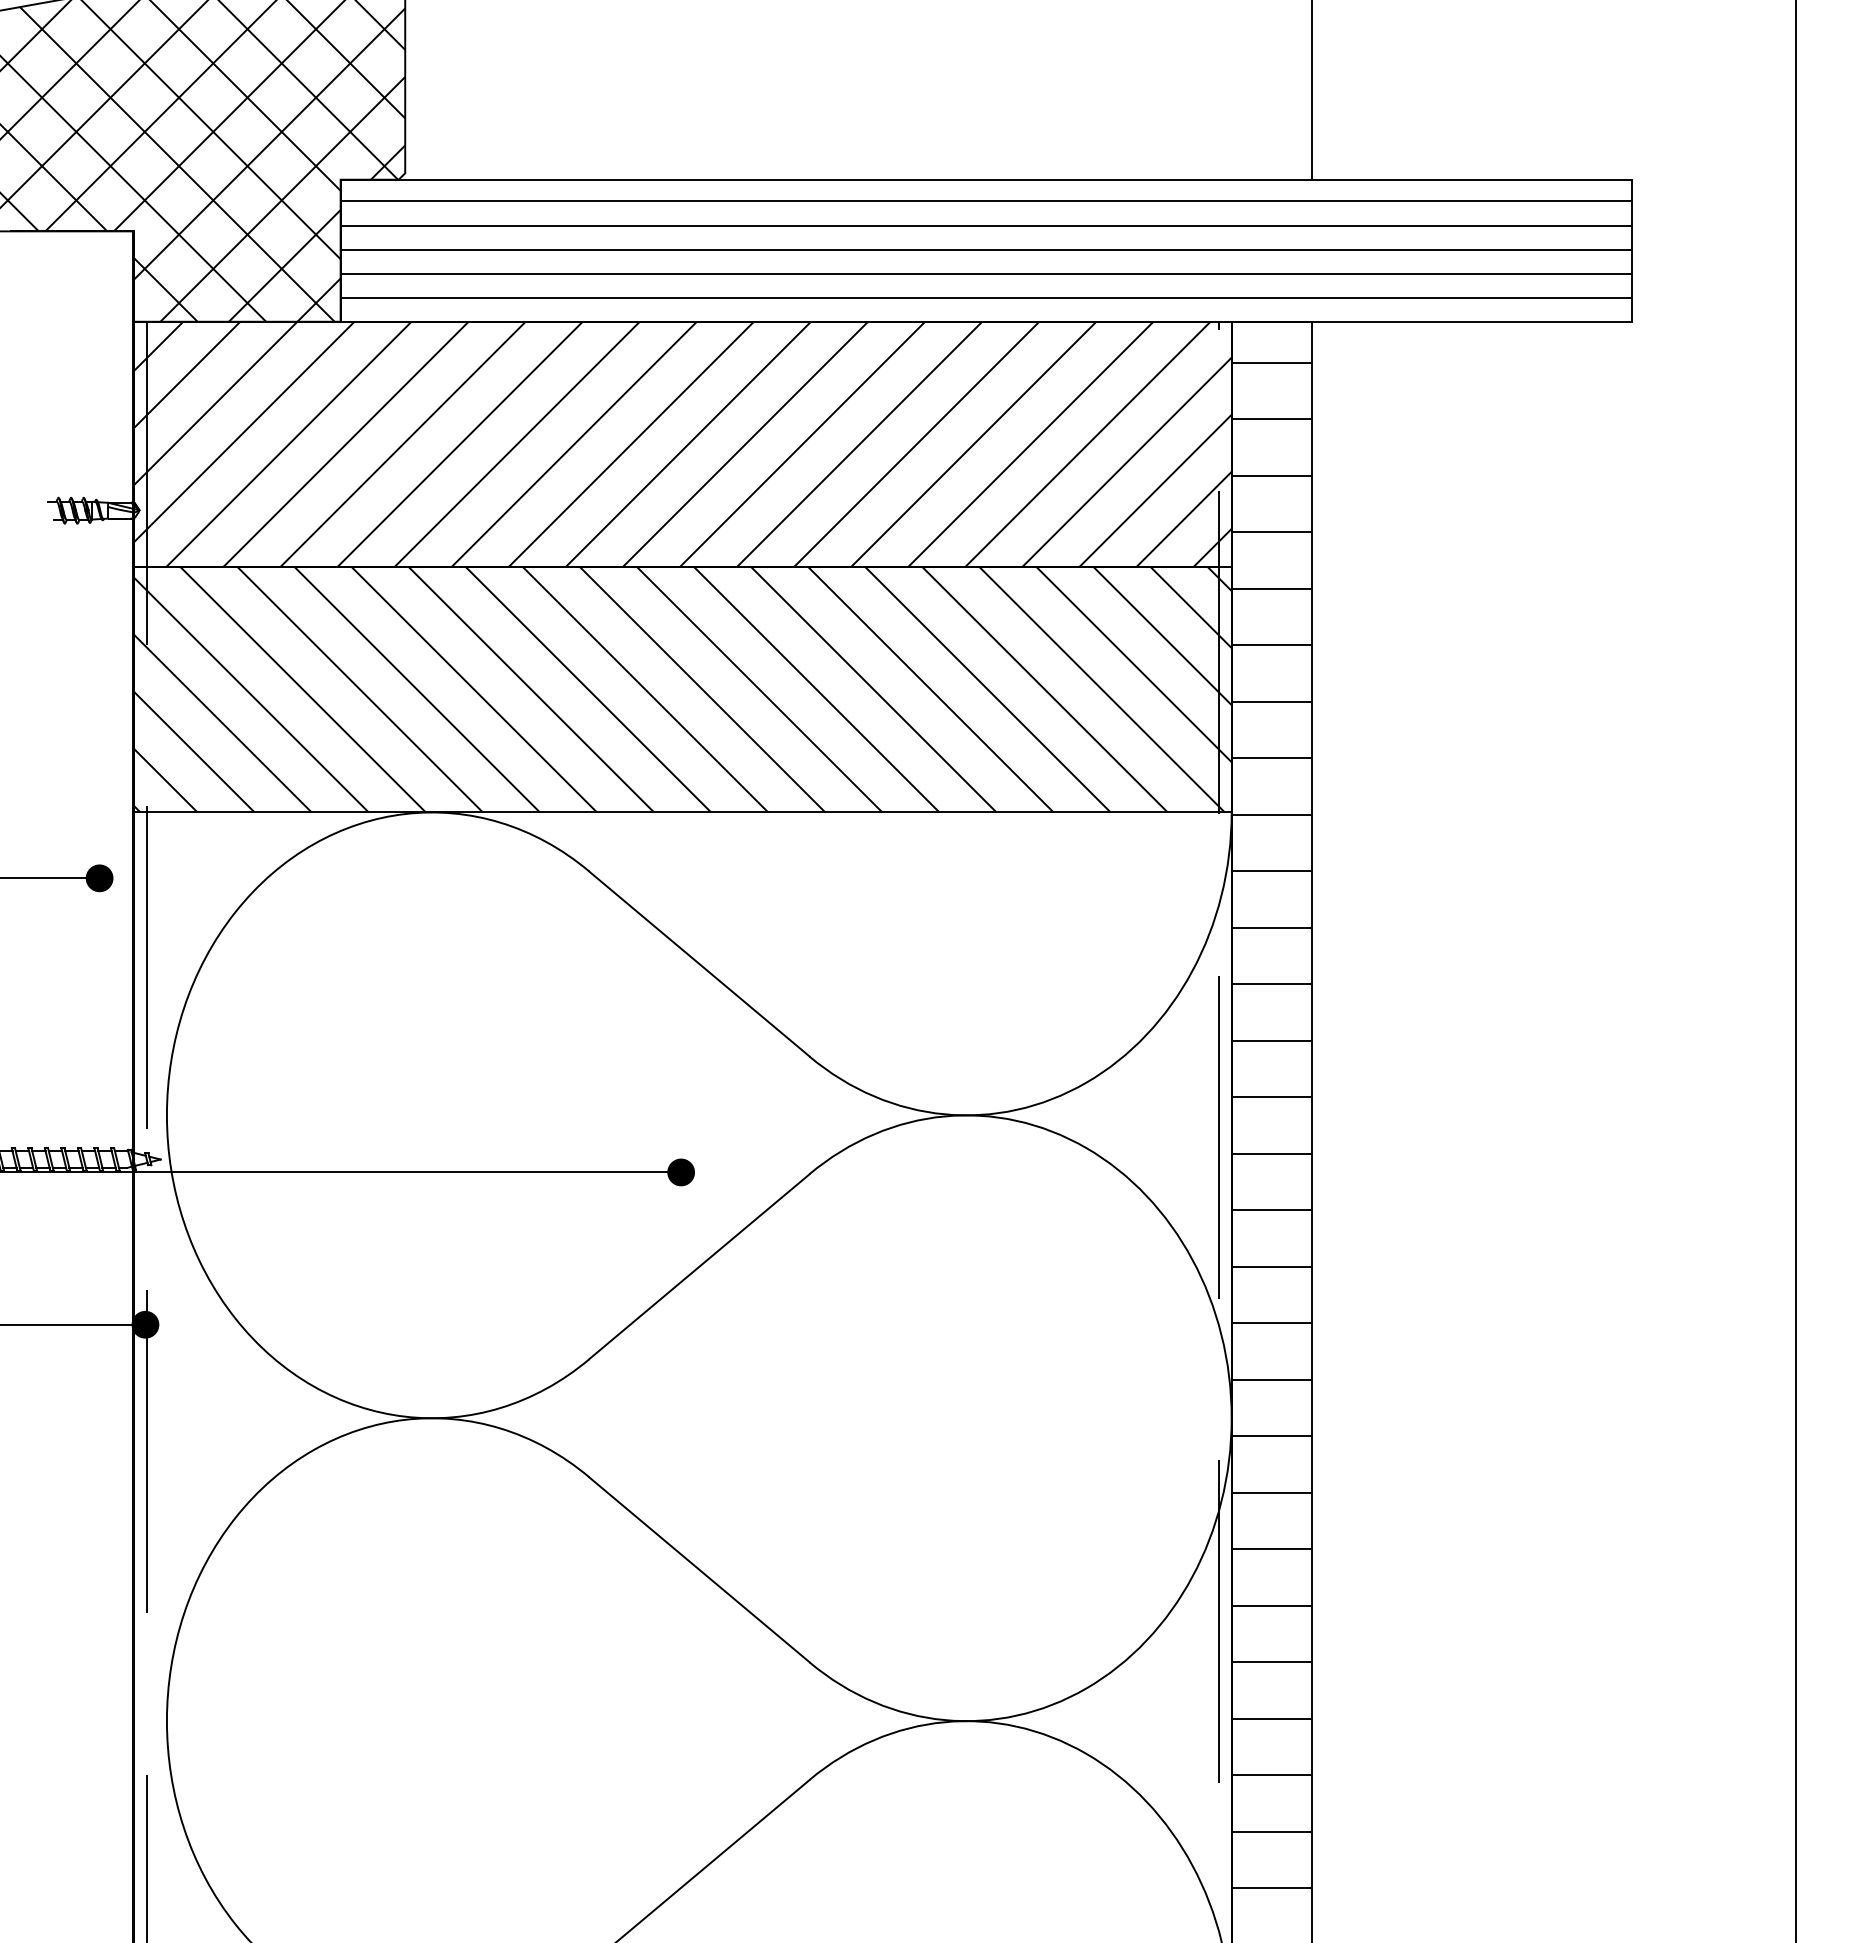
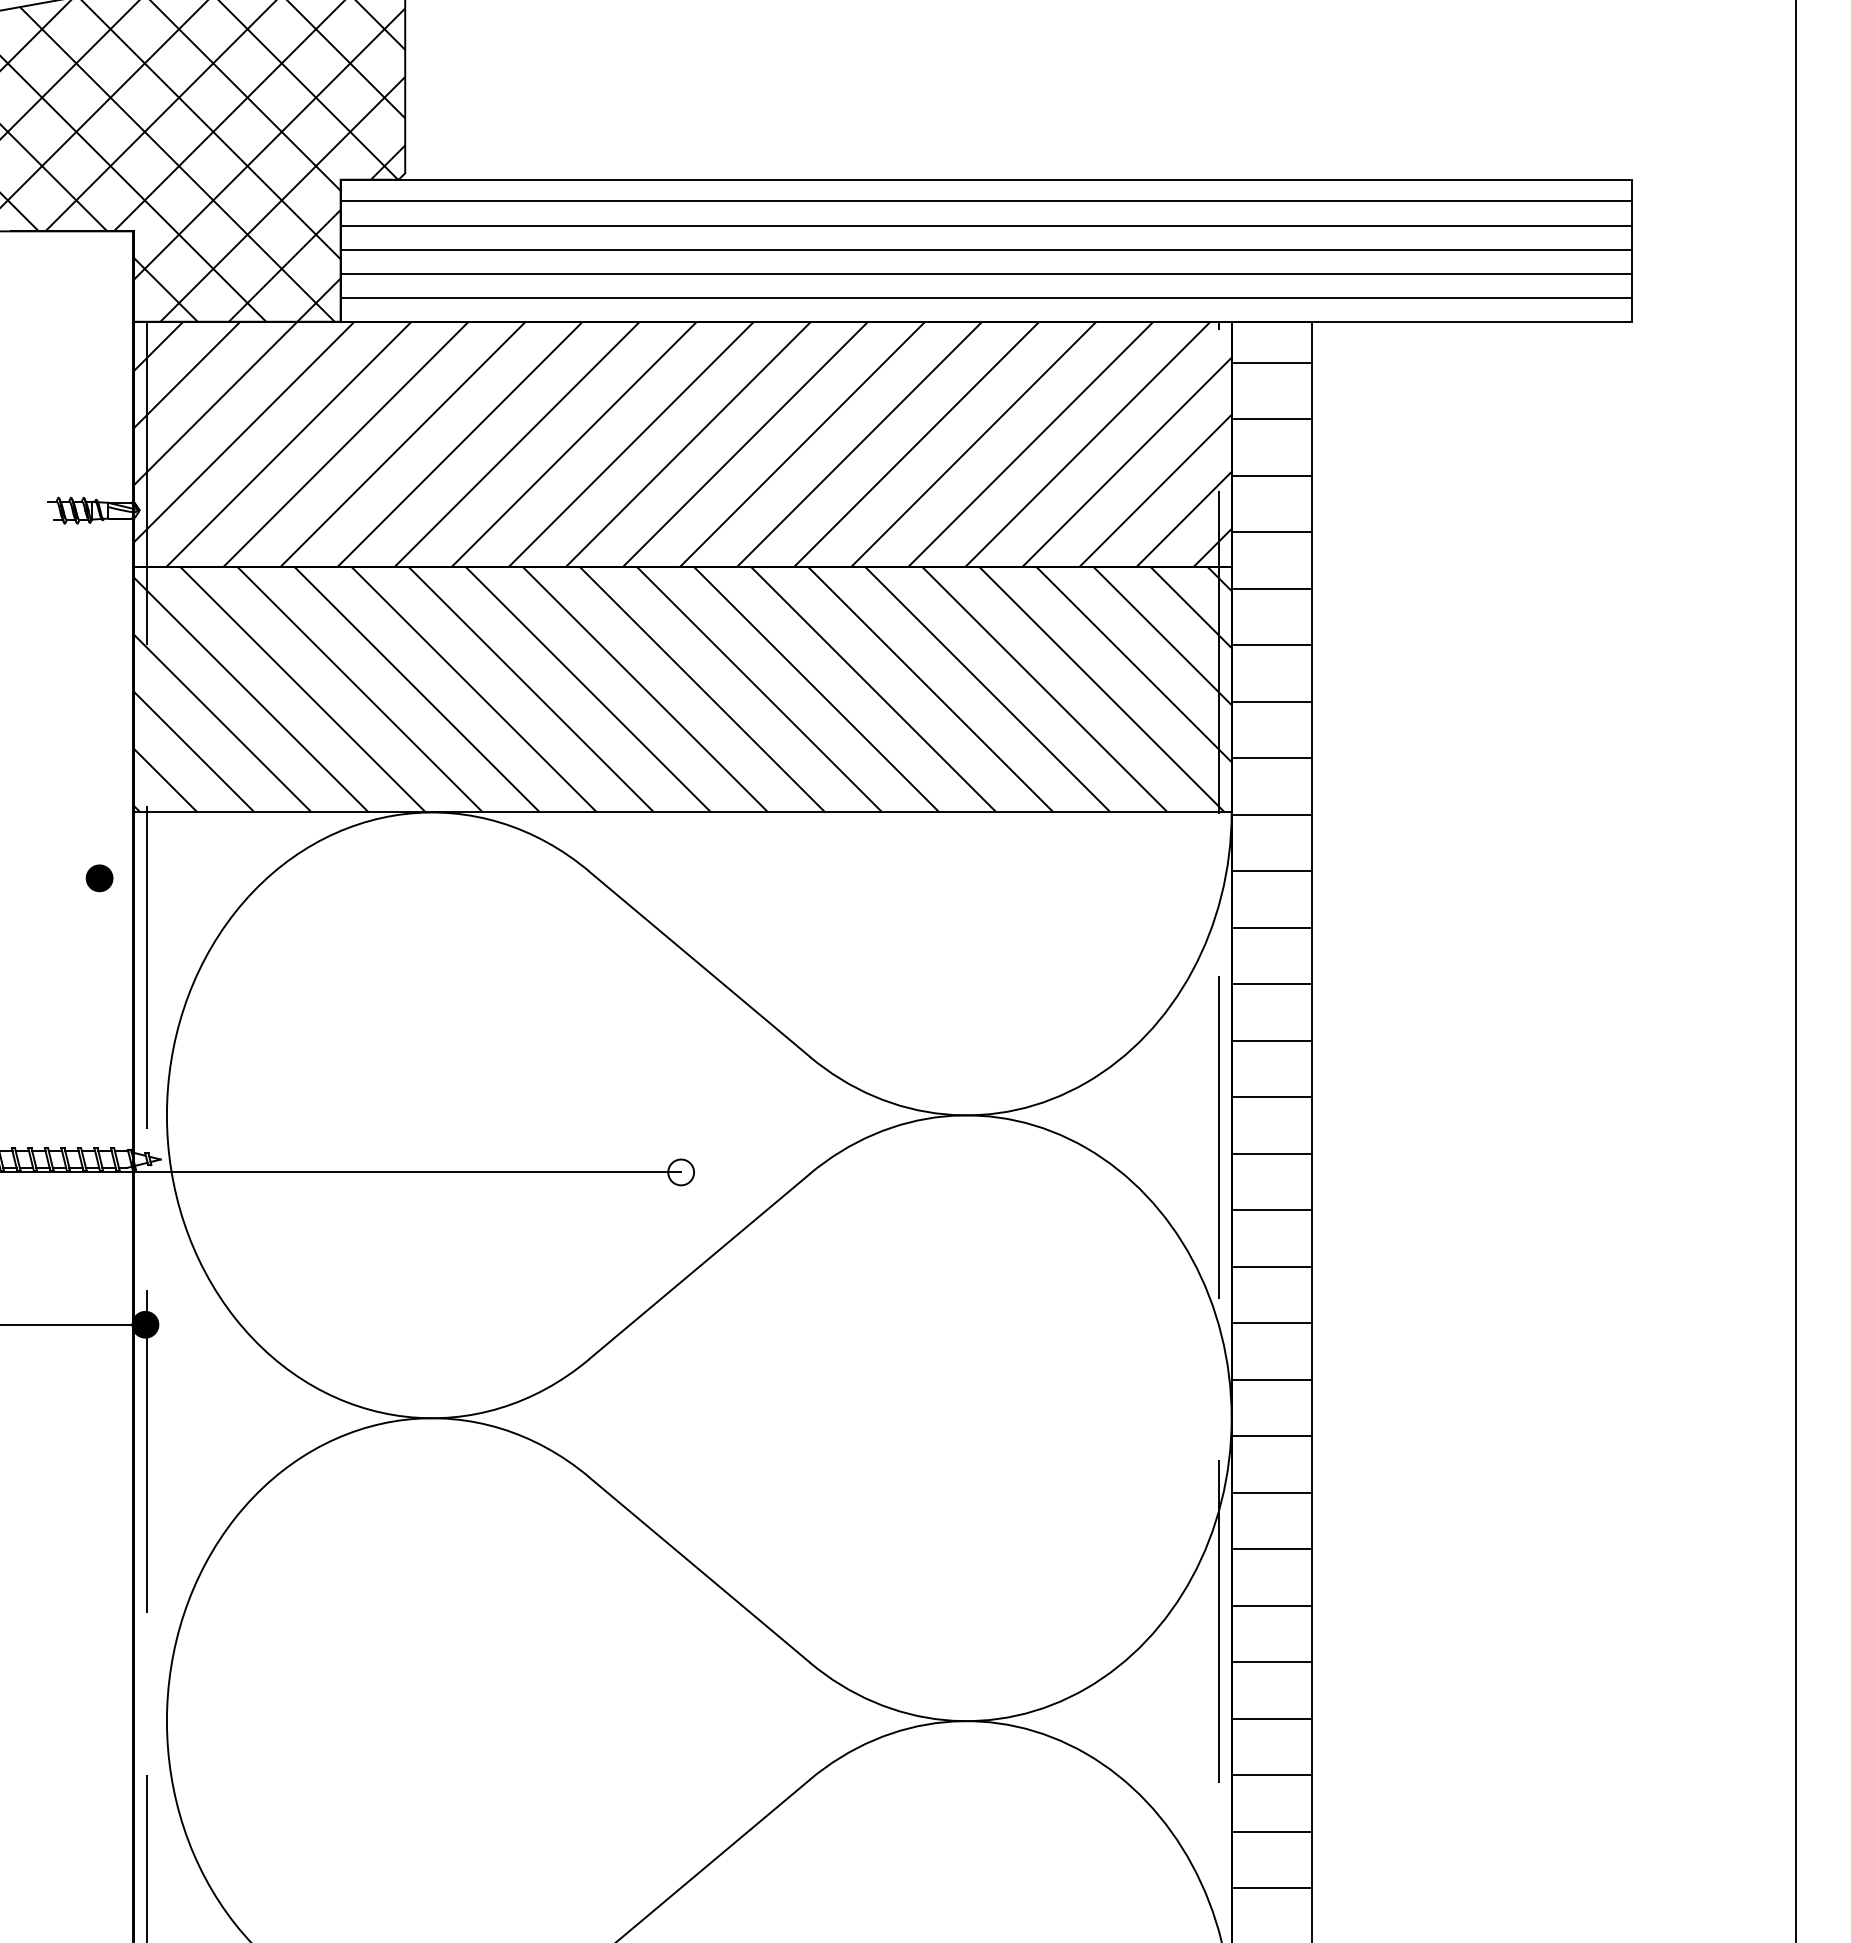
line at (1312, 90): present -> none
line at (50, 878): present -> none
fill at (681, 1172): present -> none
